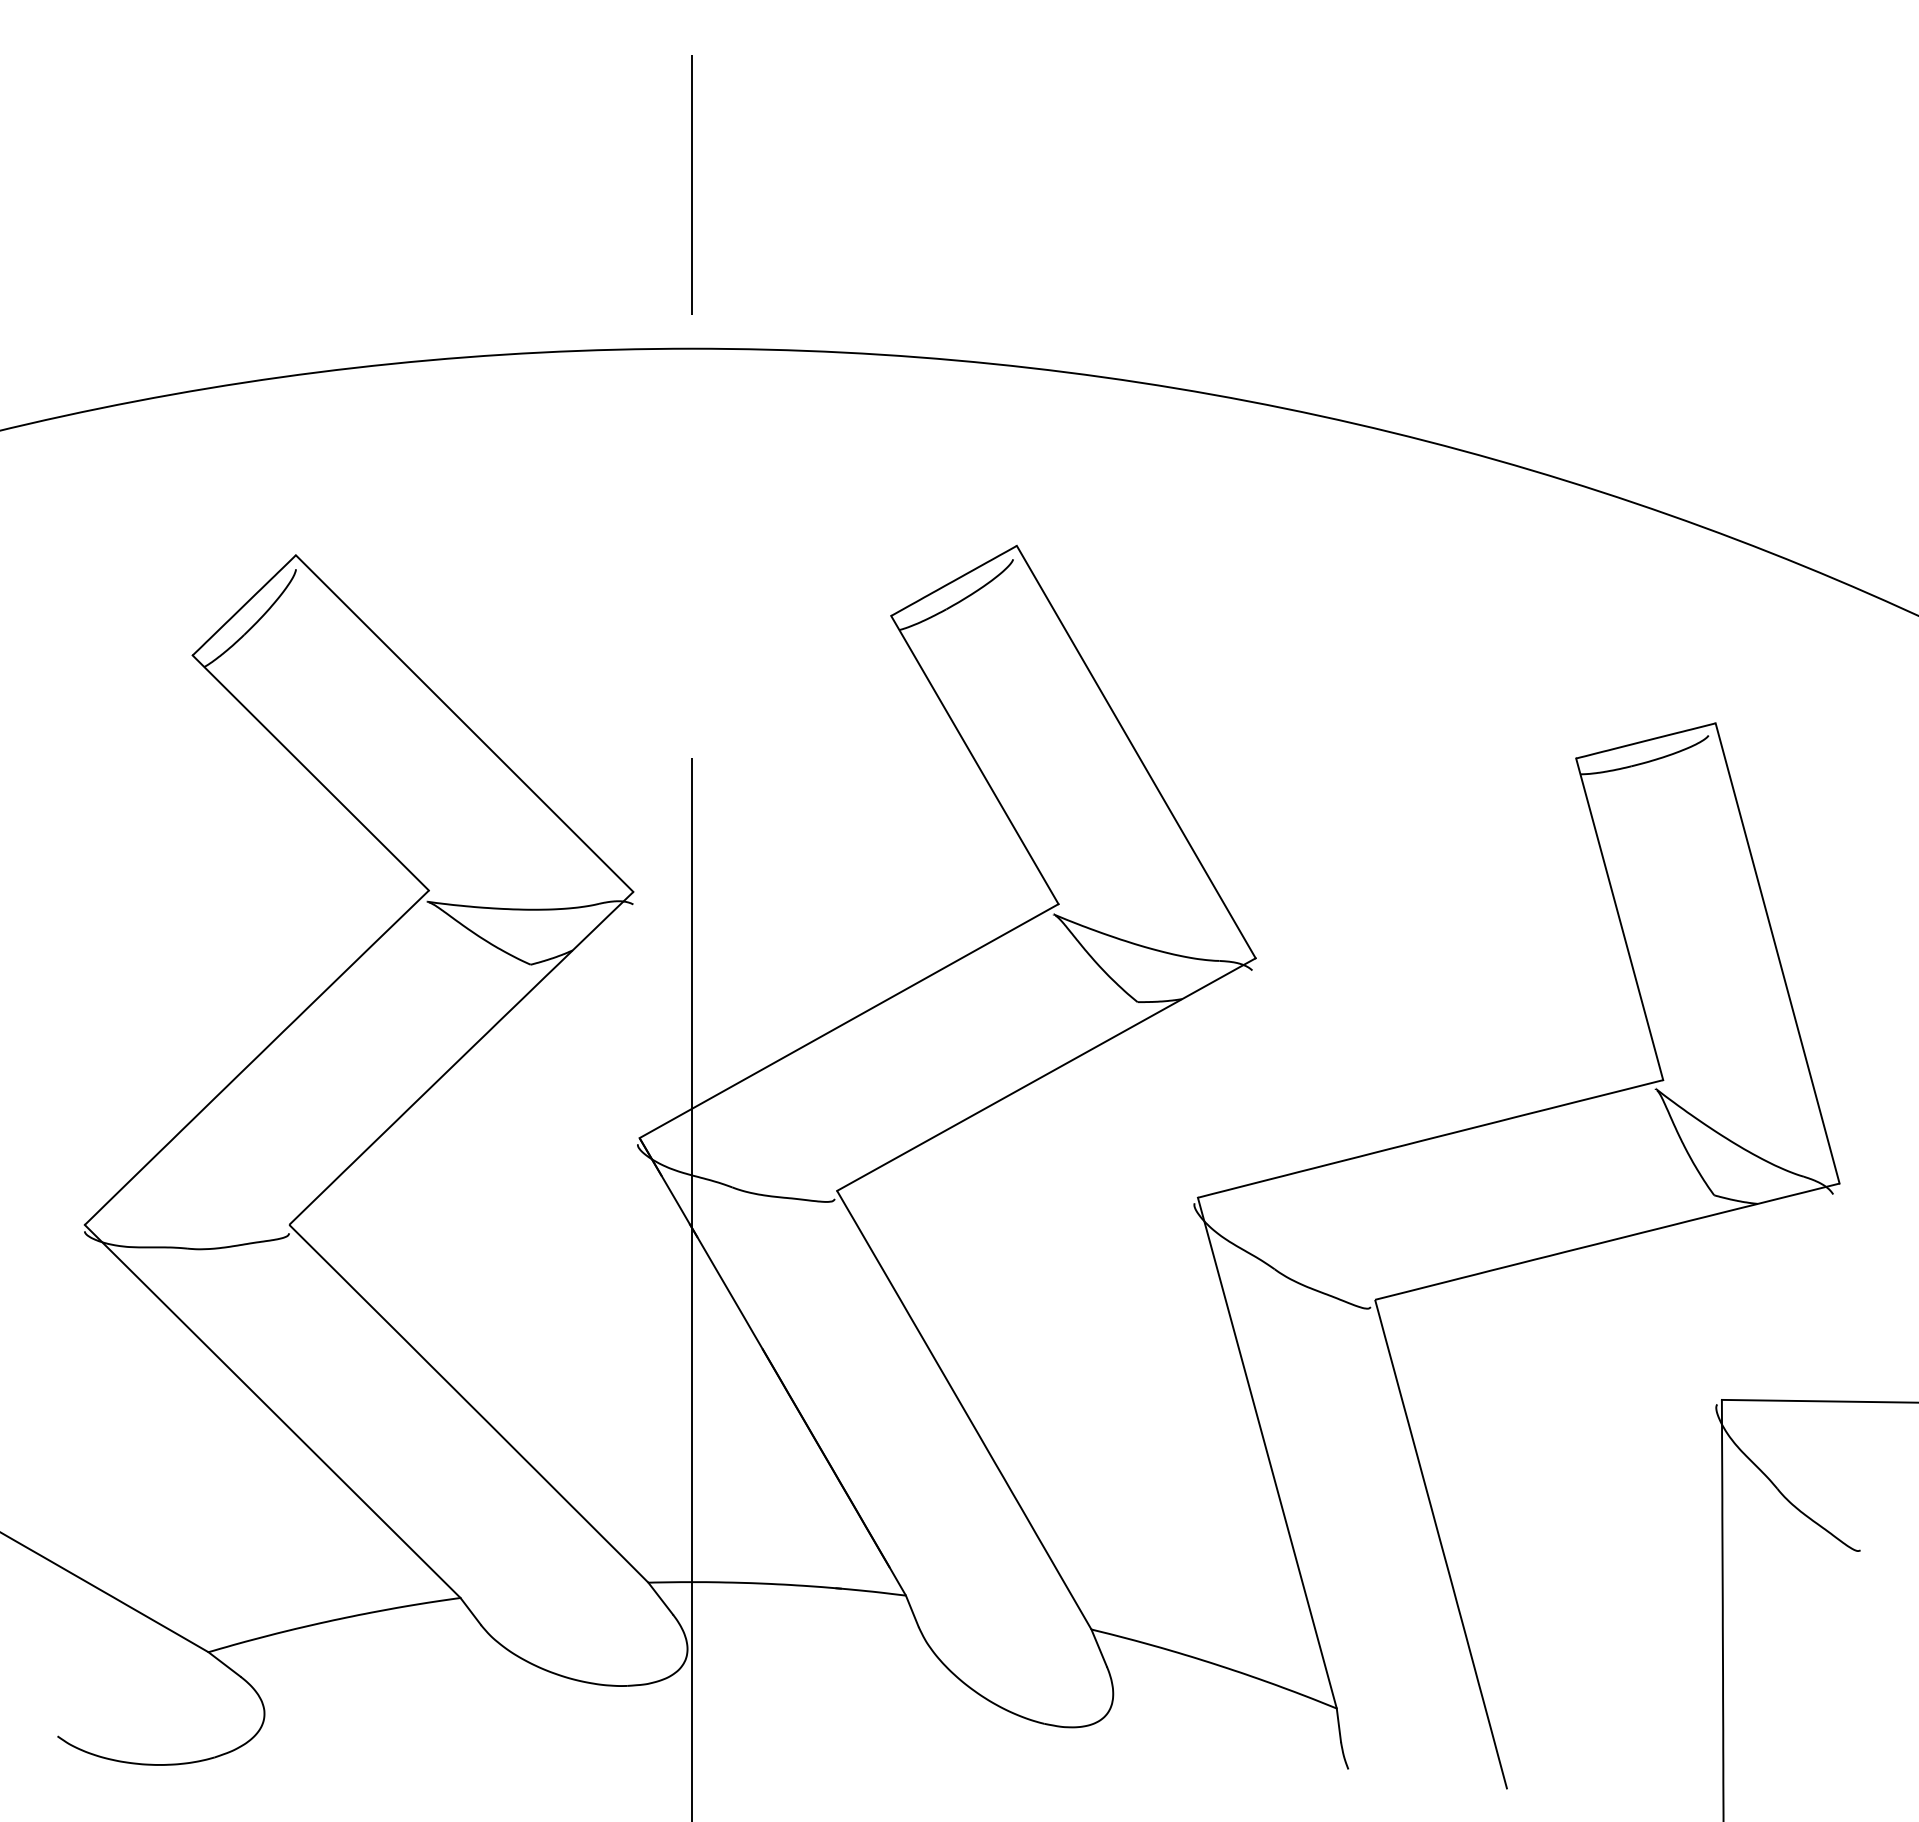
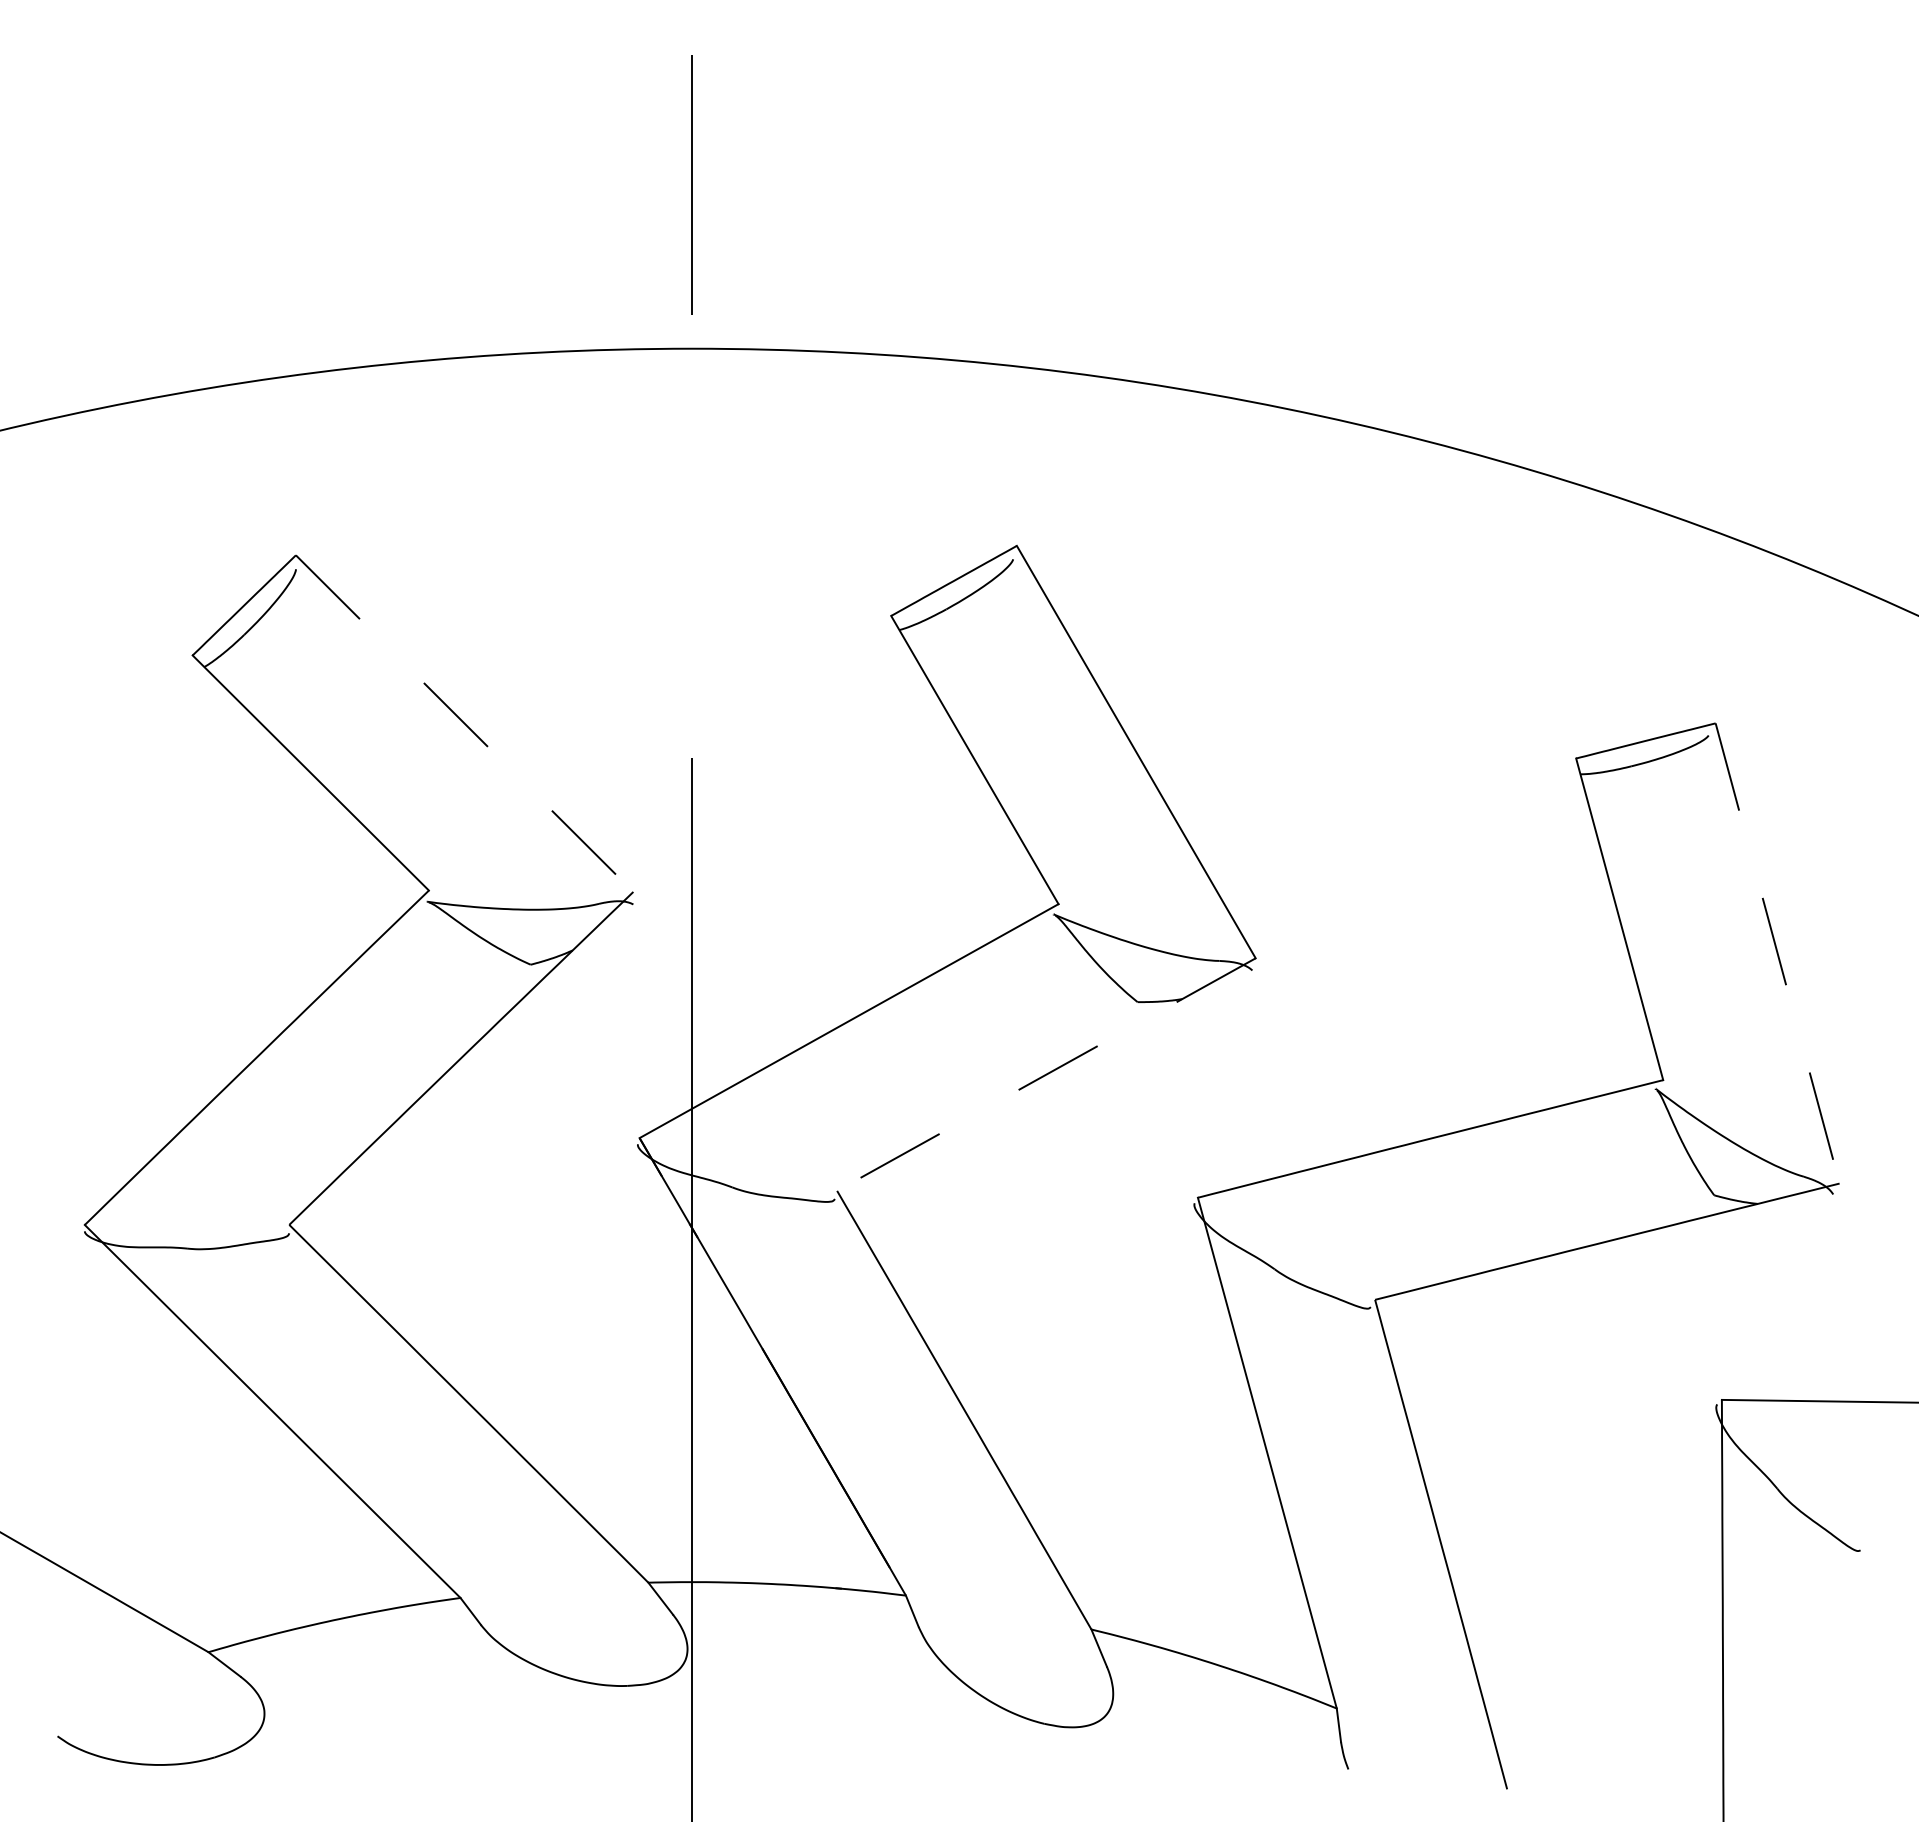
line at (465, 723): solid -> dashed
line at (1777, 953): solid -> dashed
line at (1045, 1074): solid -> dashed
